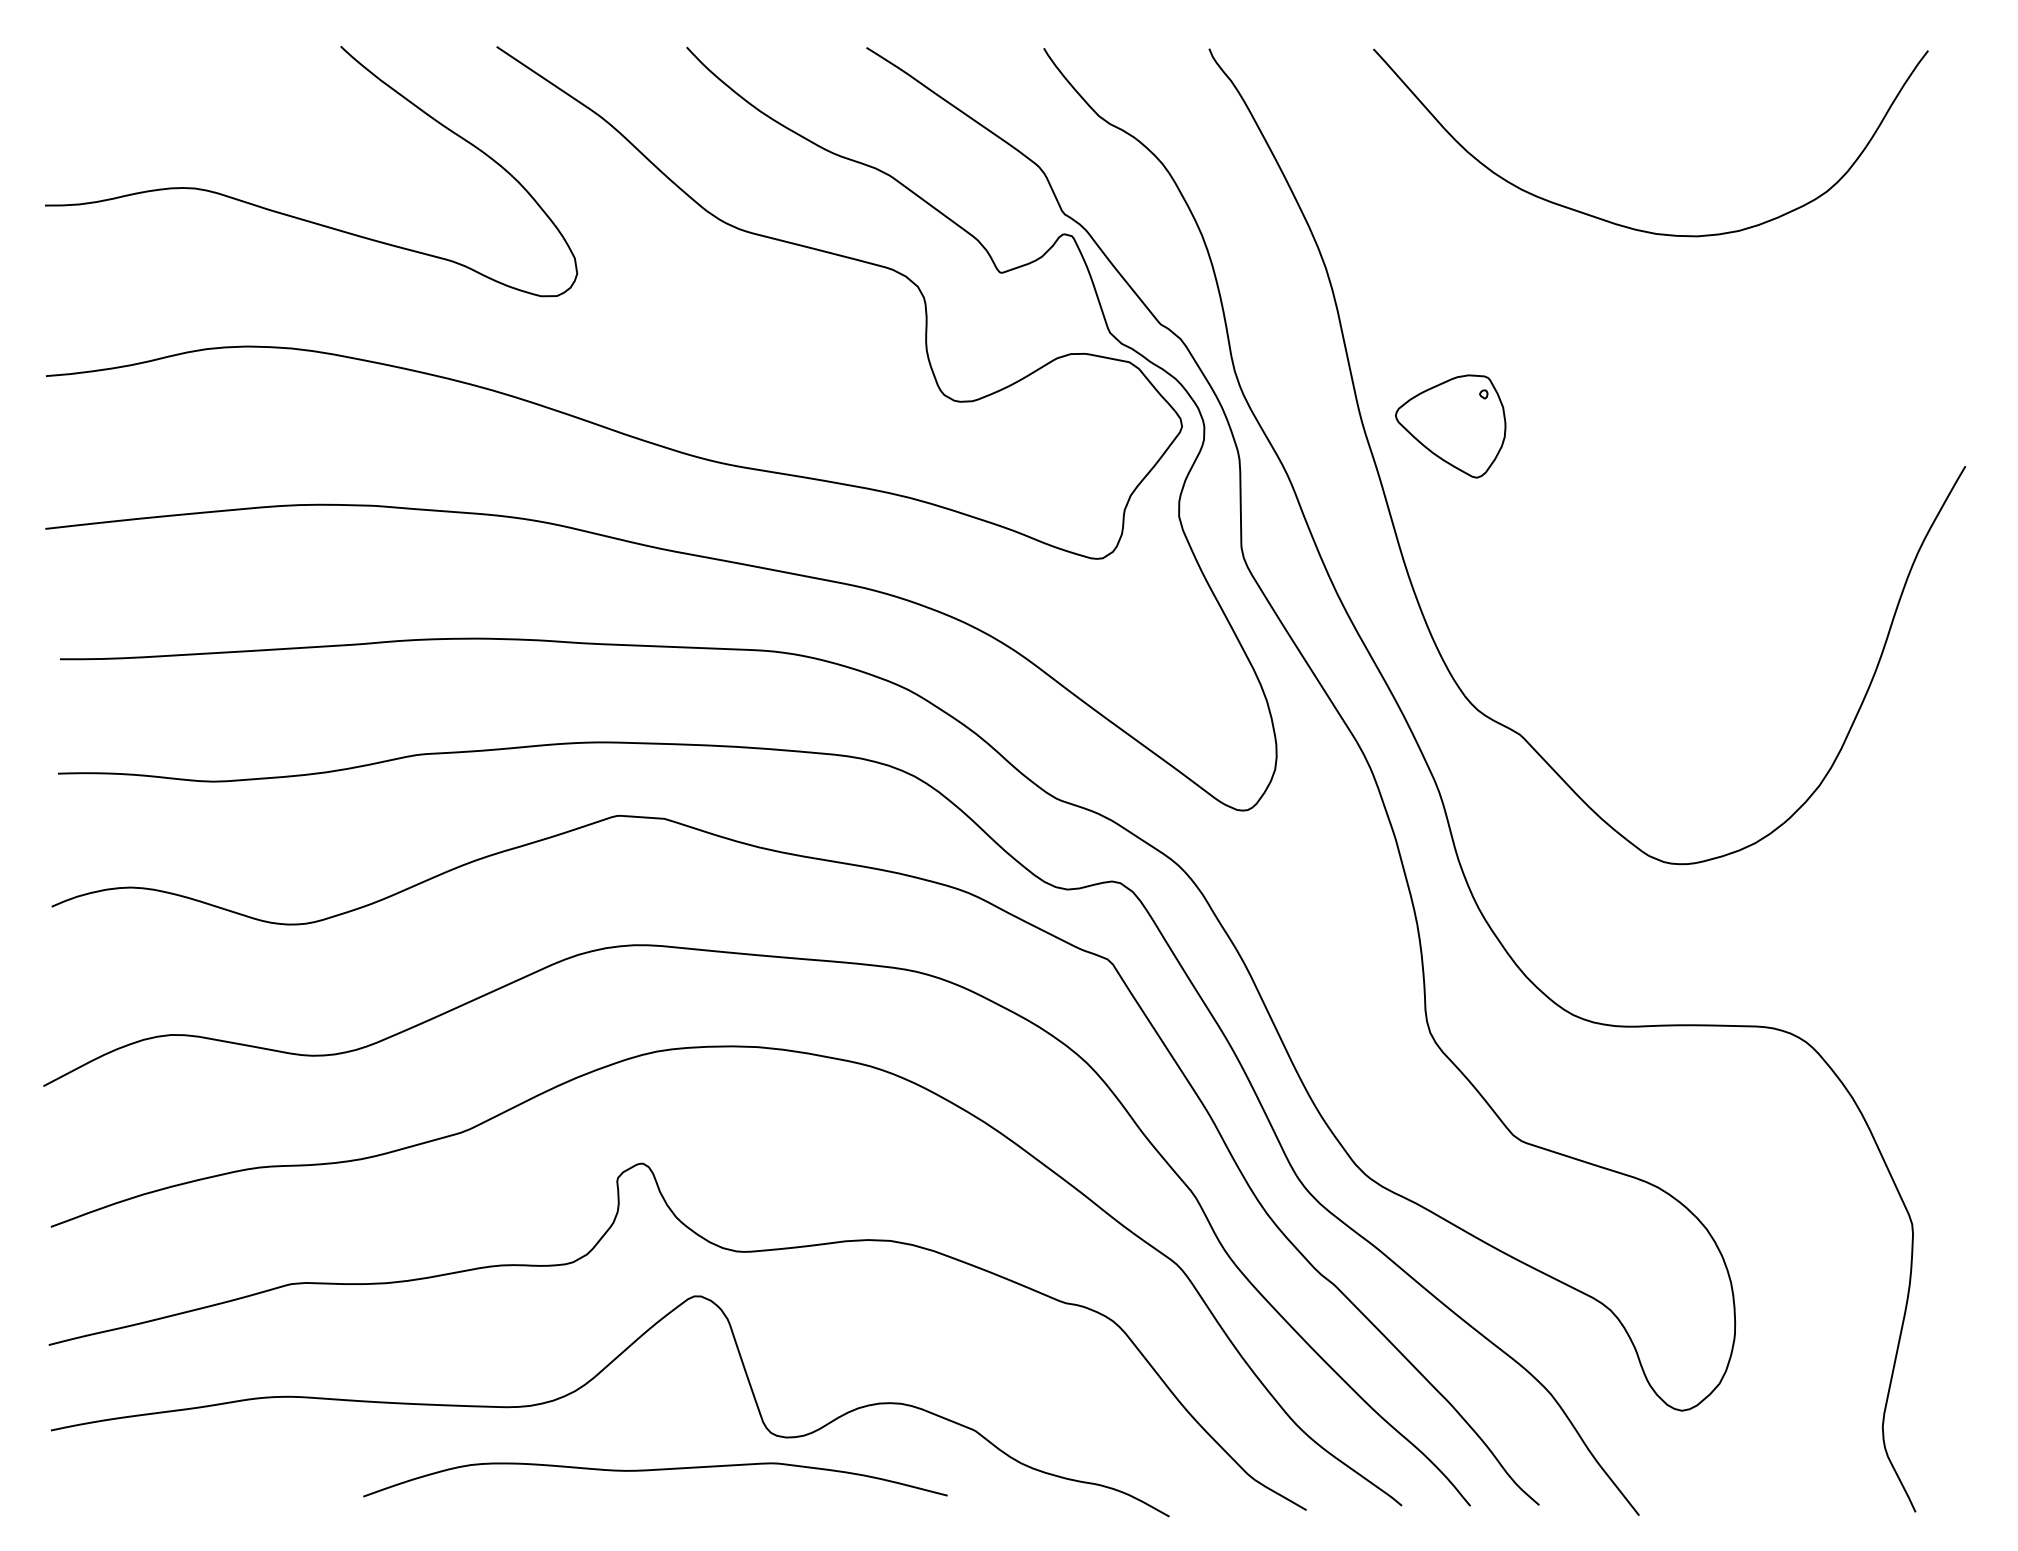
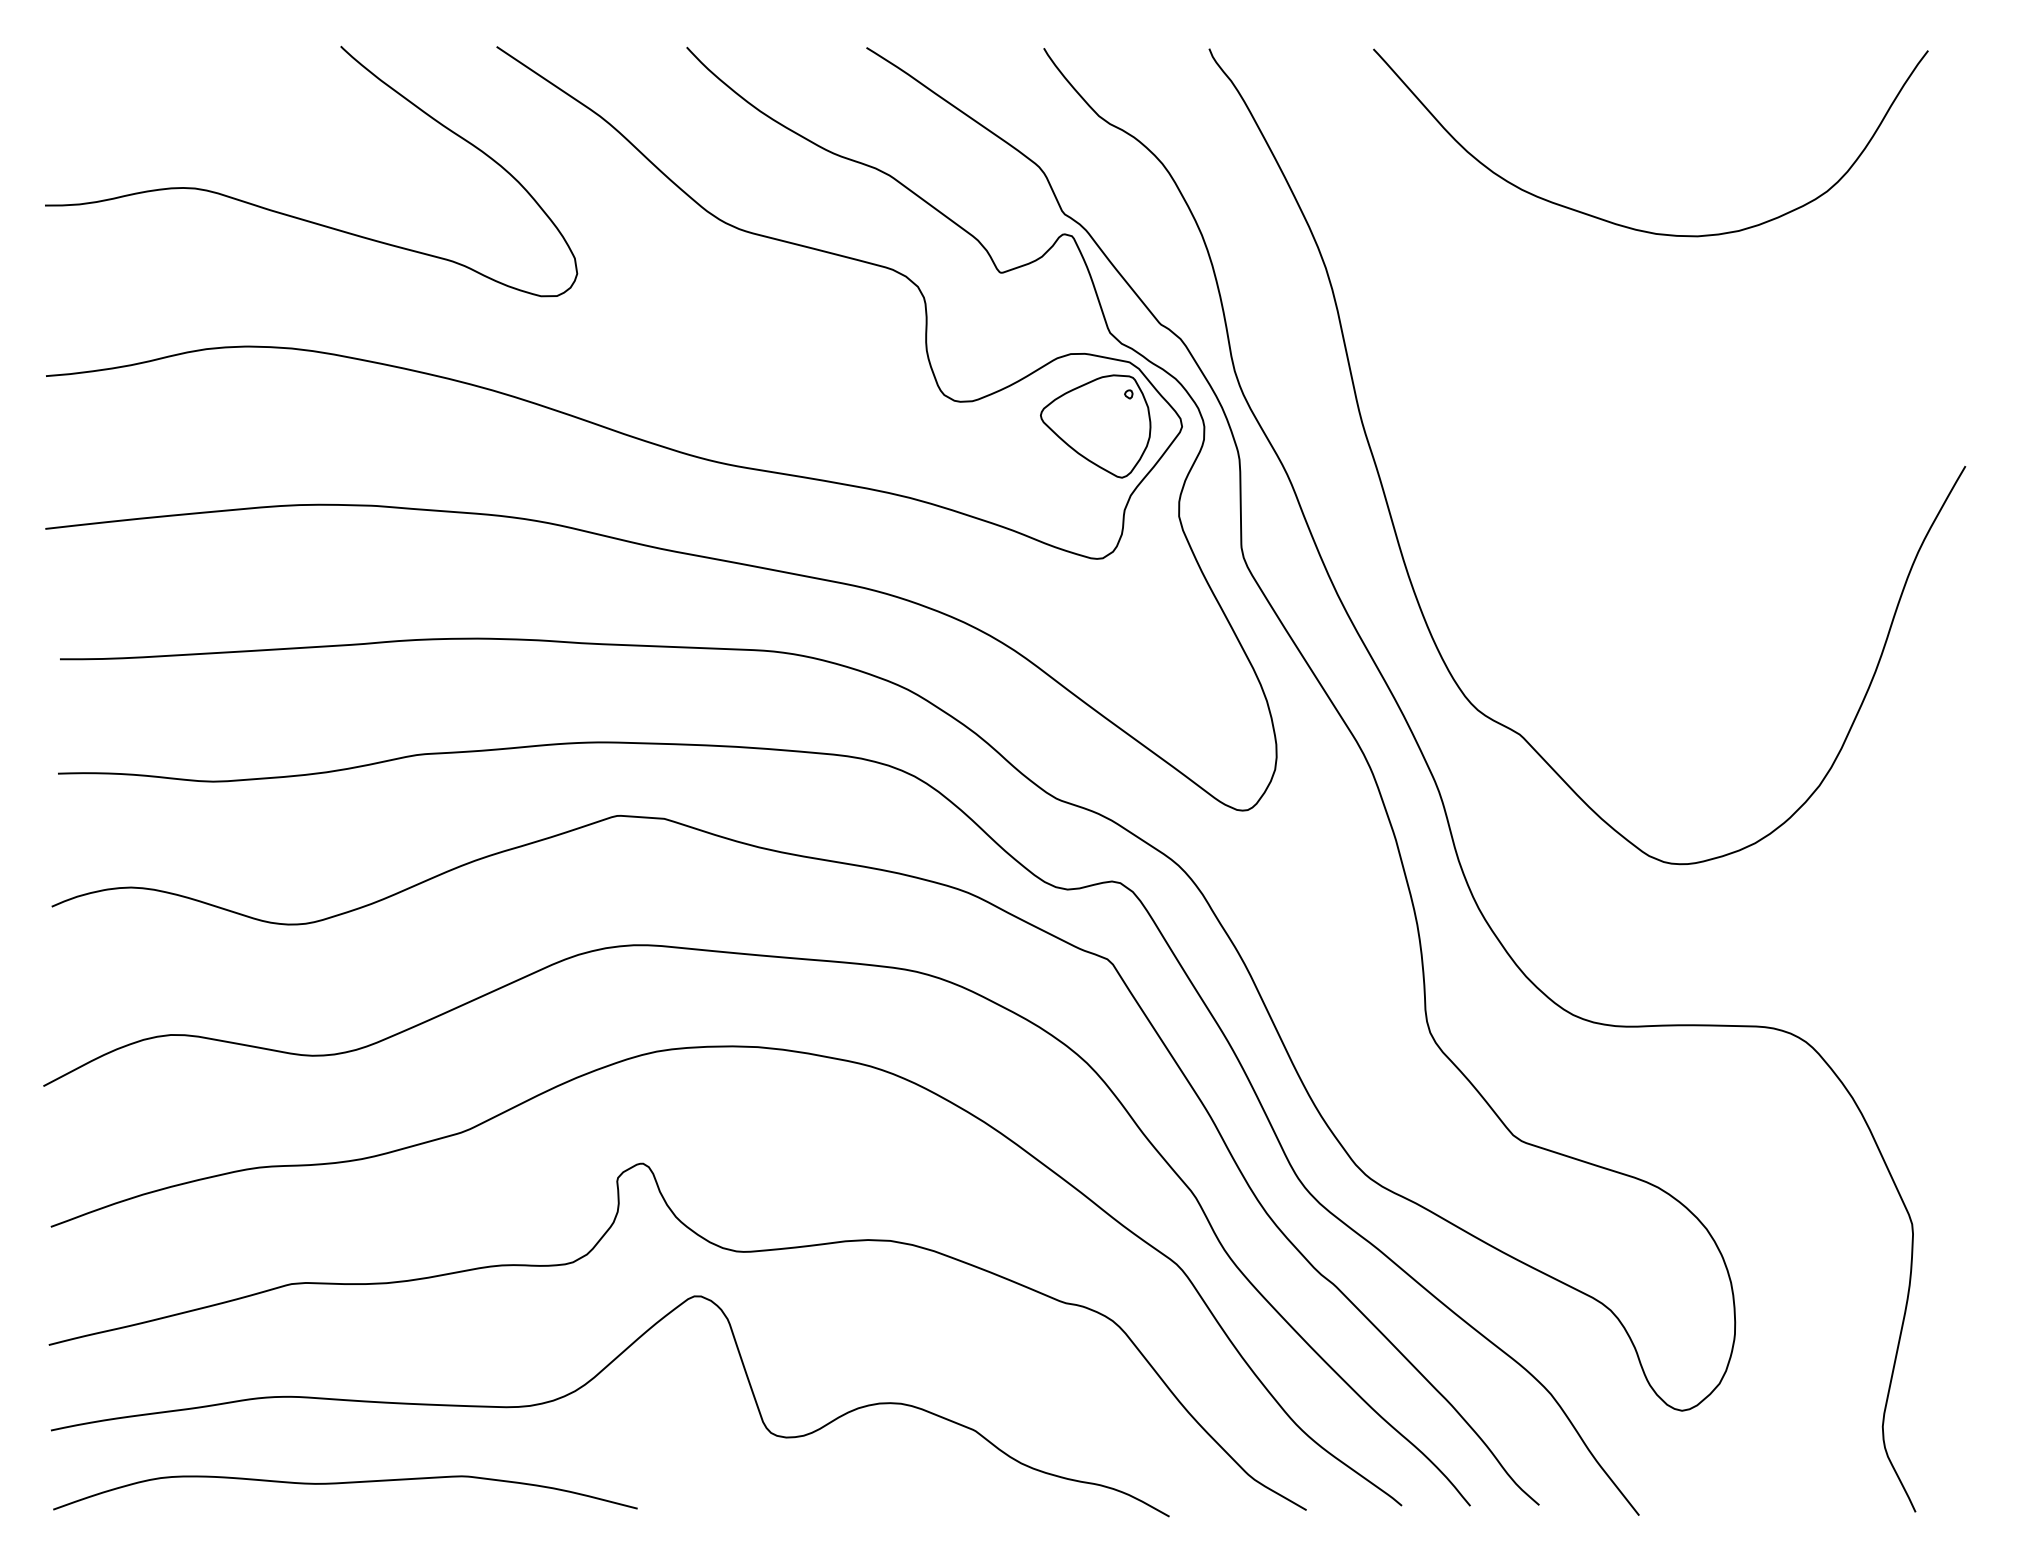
part at (1450, 426) position: (1450, 426) -> (1095, 426)
curve at (655, 1470) position: (655, 1470) -> (345, 1483)
